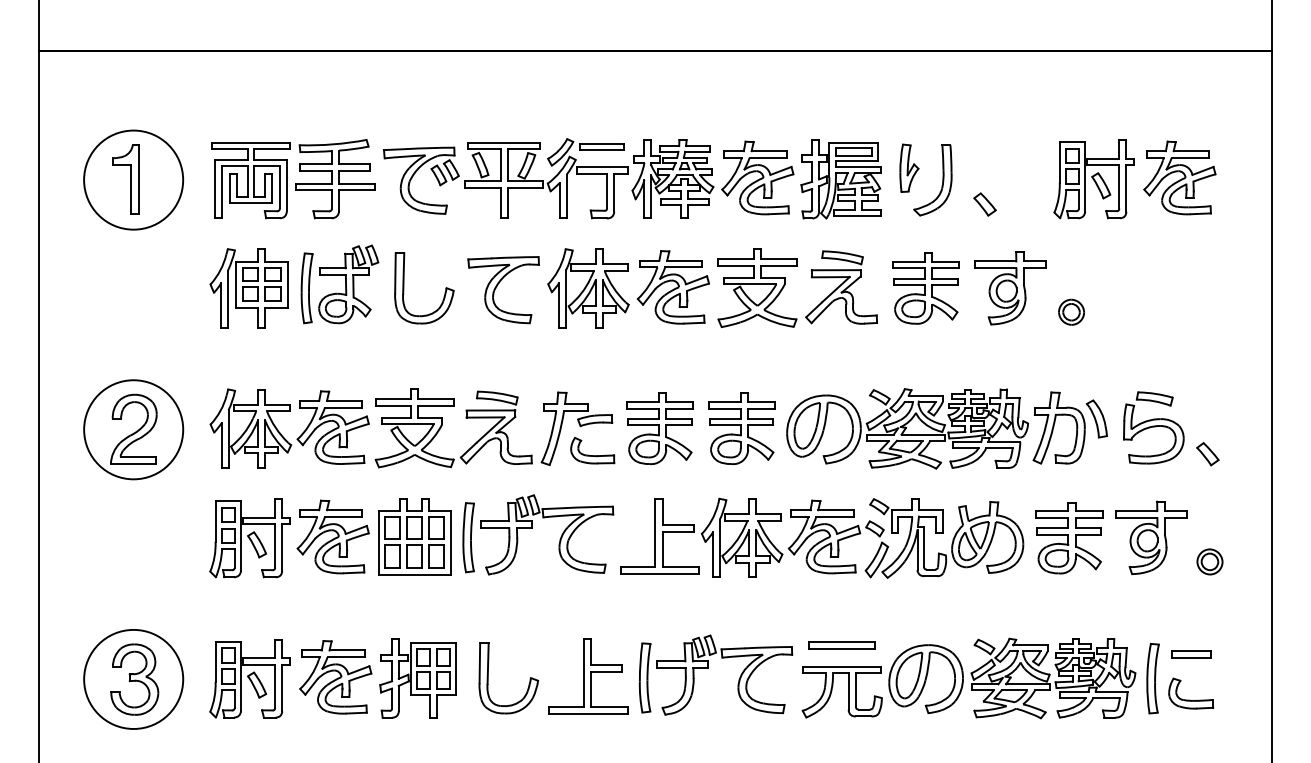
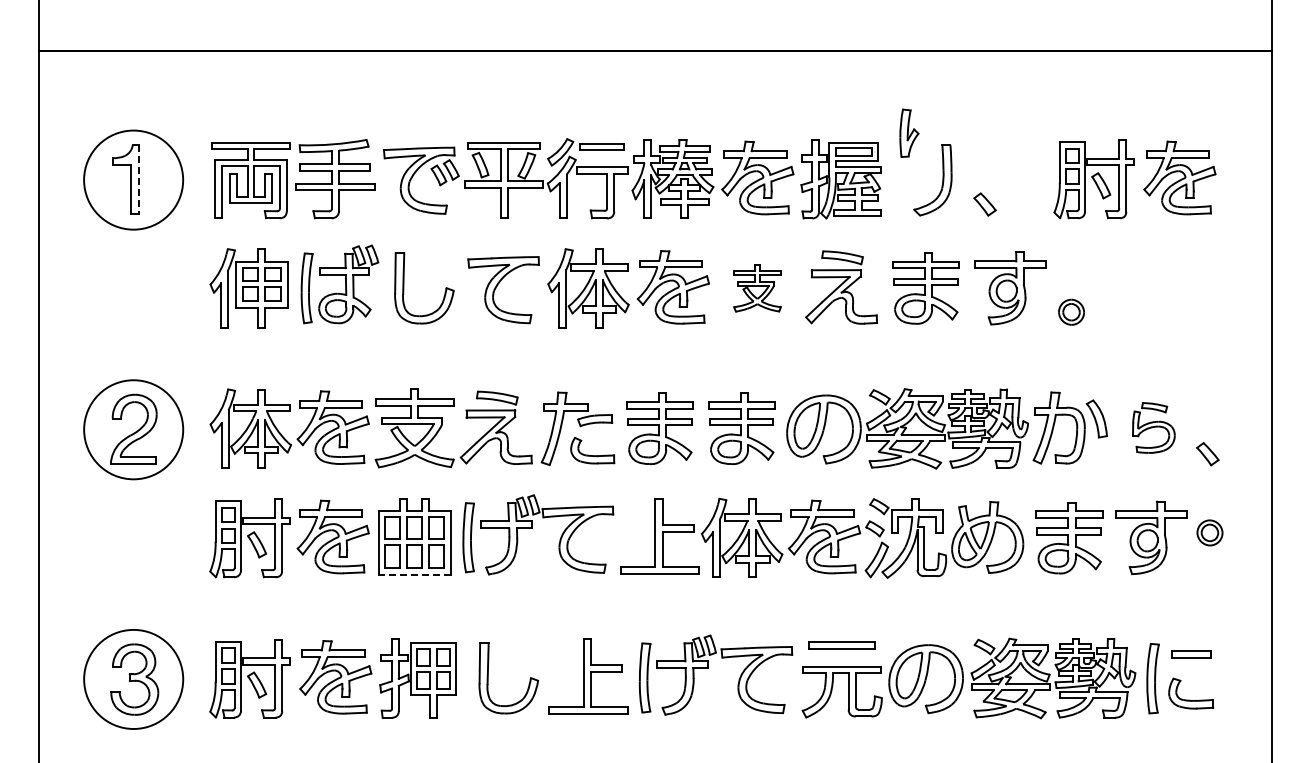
part at (909, 167) position: (909, 167) -> (909, 132)
line at (139, 179): solid -> dashed
part at (757, 288) size: 81x81 px -> 49x49 px
part at (1153, 427) size: 62x74 px -> 44x52 px
part at (1209, 561) position: (1209, 561) -> (1209, 532)
line at (414, 574): solid -> dashed
